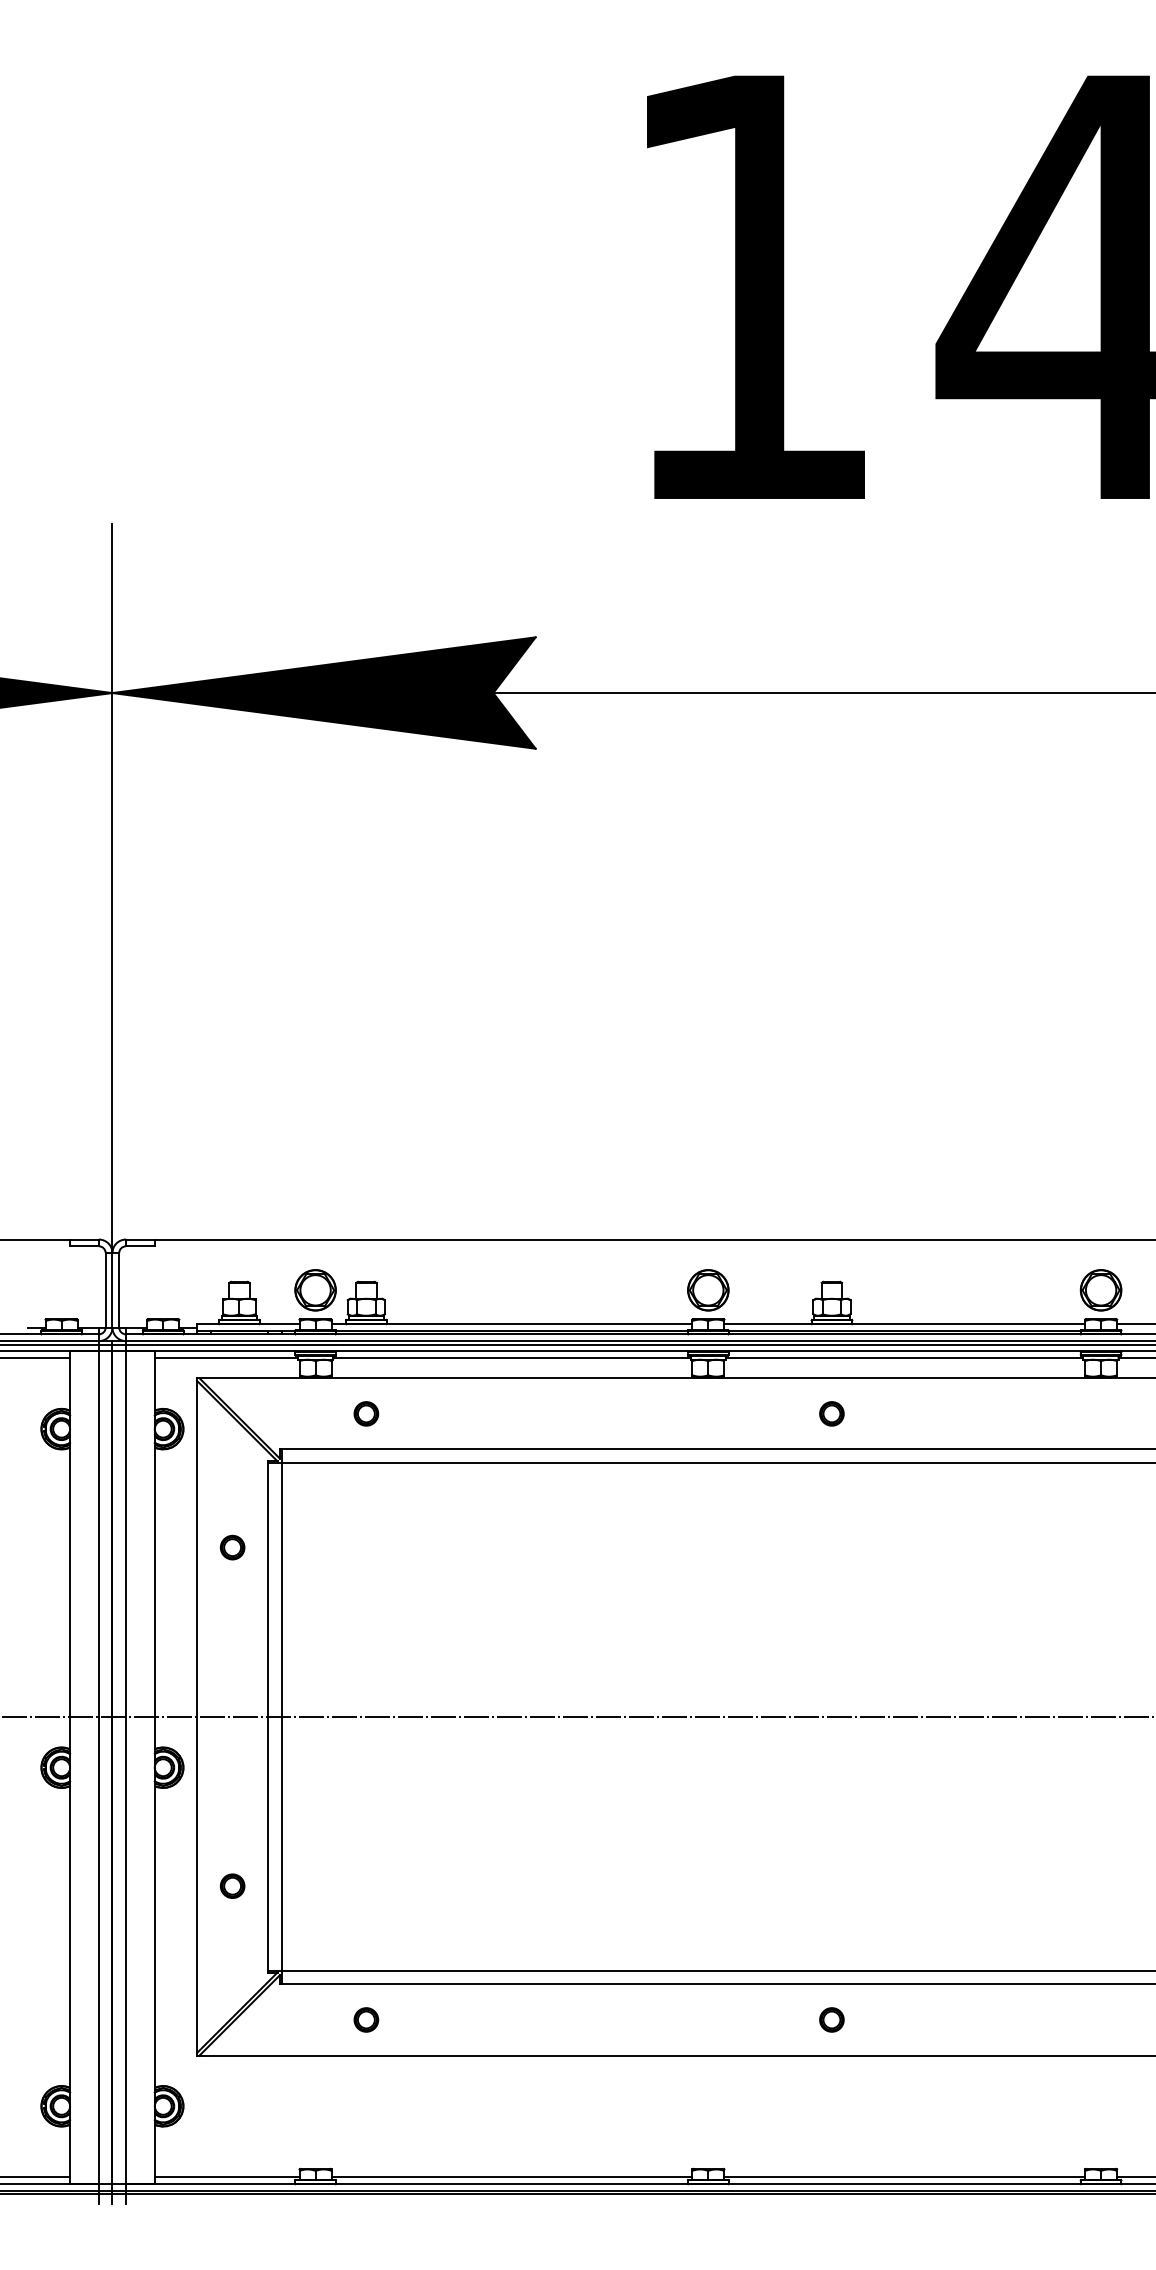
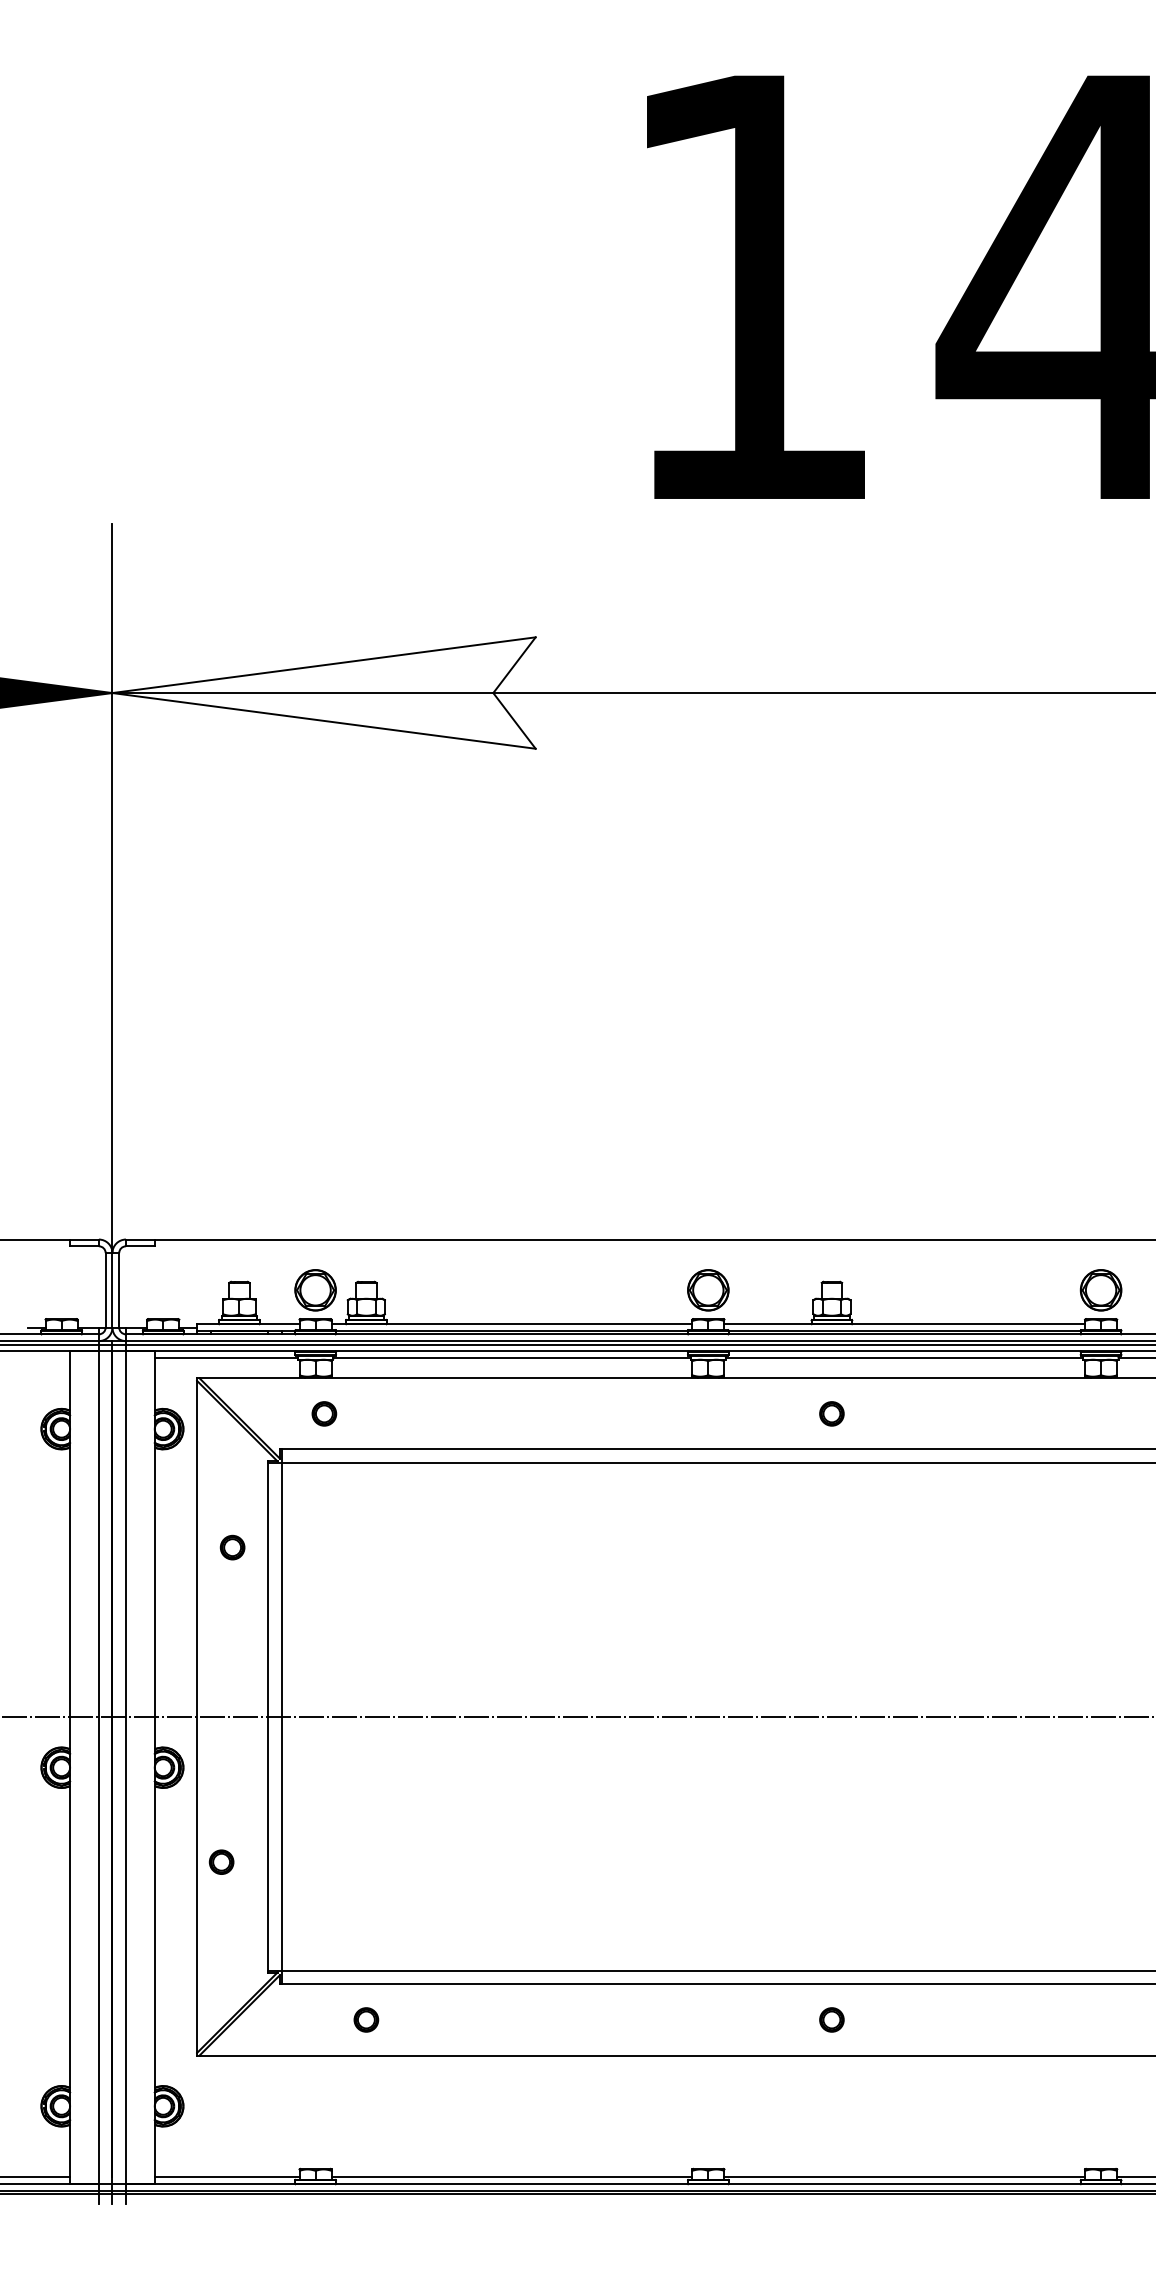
fill at (323, 692): present -> none
line at (1134, 1324): present -> none
line at (36, 1358): present -> none
part at (366, 1413) position: (366, 1413) -> (324, 1413)
part at (232, 1885) position: (232, 1885) -> (221, 1861)
